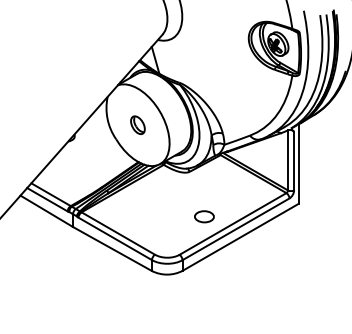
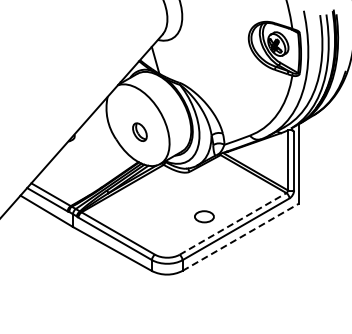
part at (137, 124) position: (137, 124) -> (139, 131)
line at (233, 223): solid -> dashed
line at (241, 237): solid -> dashed
